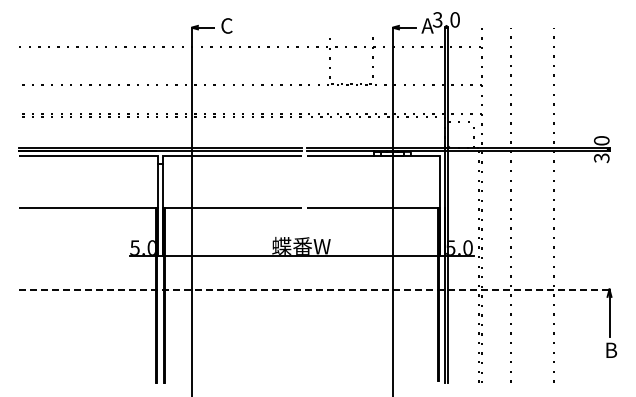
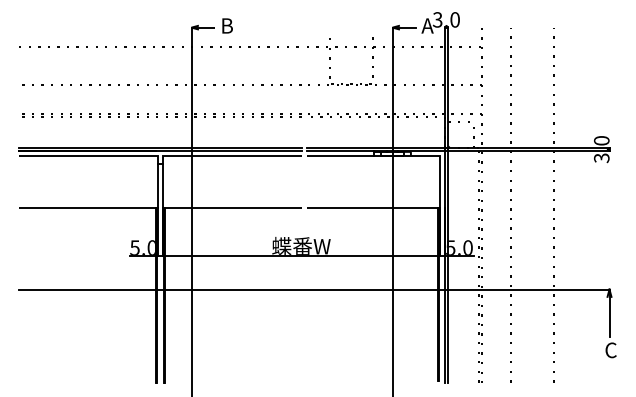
text at (226, 25): C -> B
line at (314, 289): dashed -> solid
text at (611, 350): B -> C
